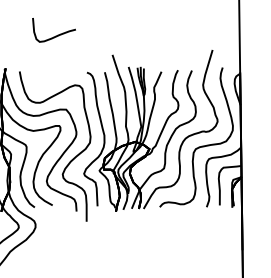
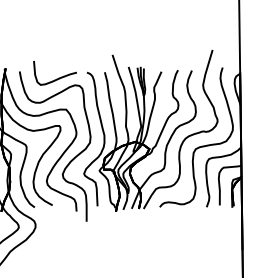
curve at (55, 35) position: (55, 35) -> (56, 78)
